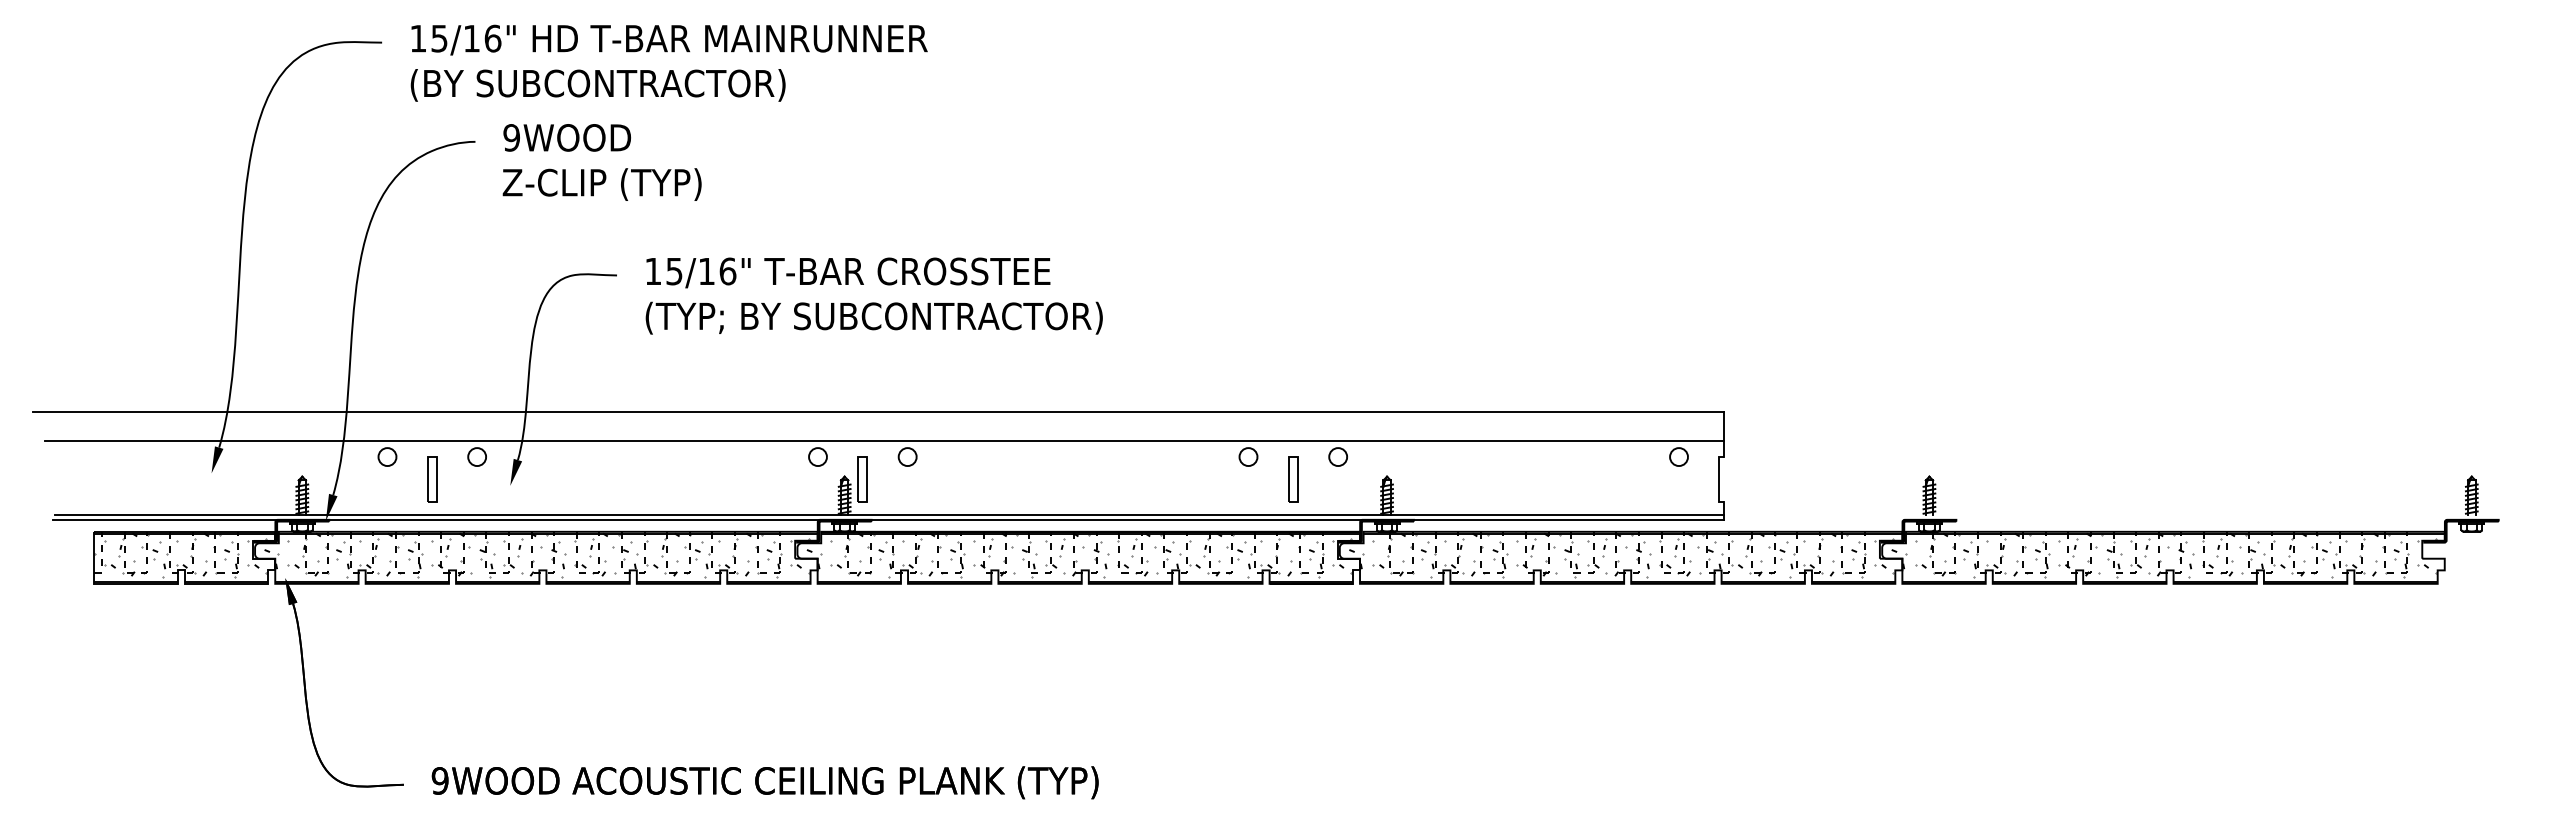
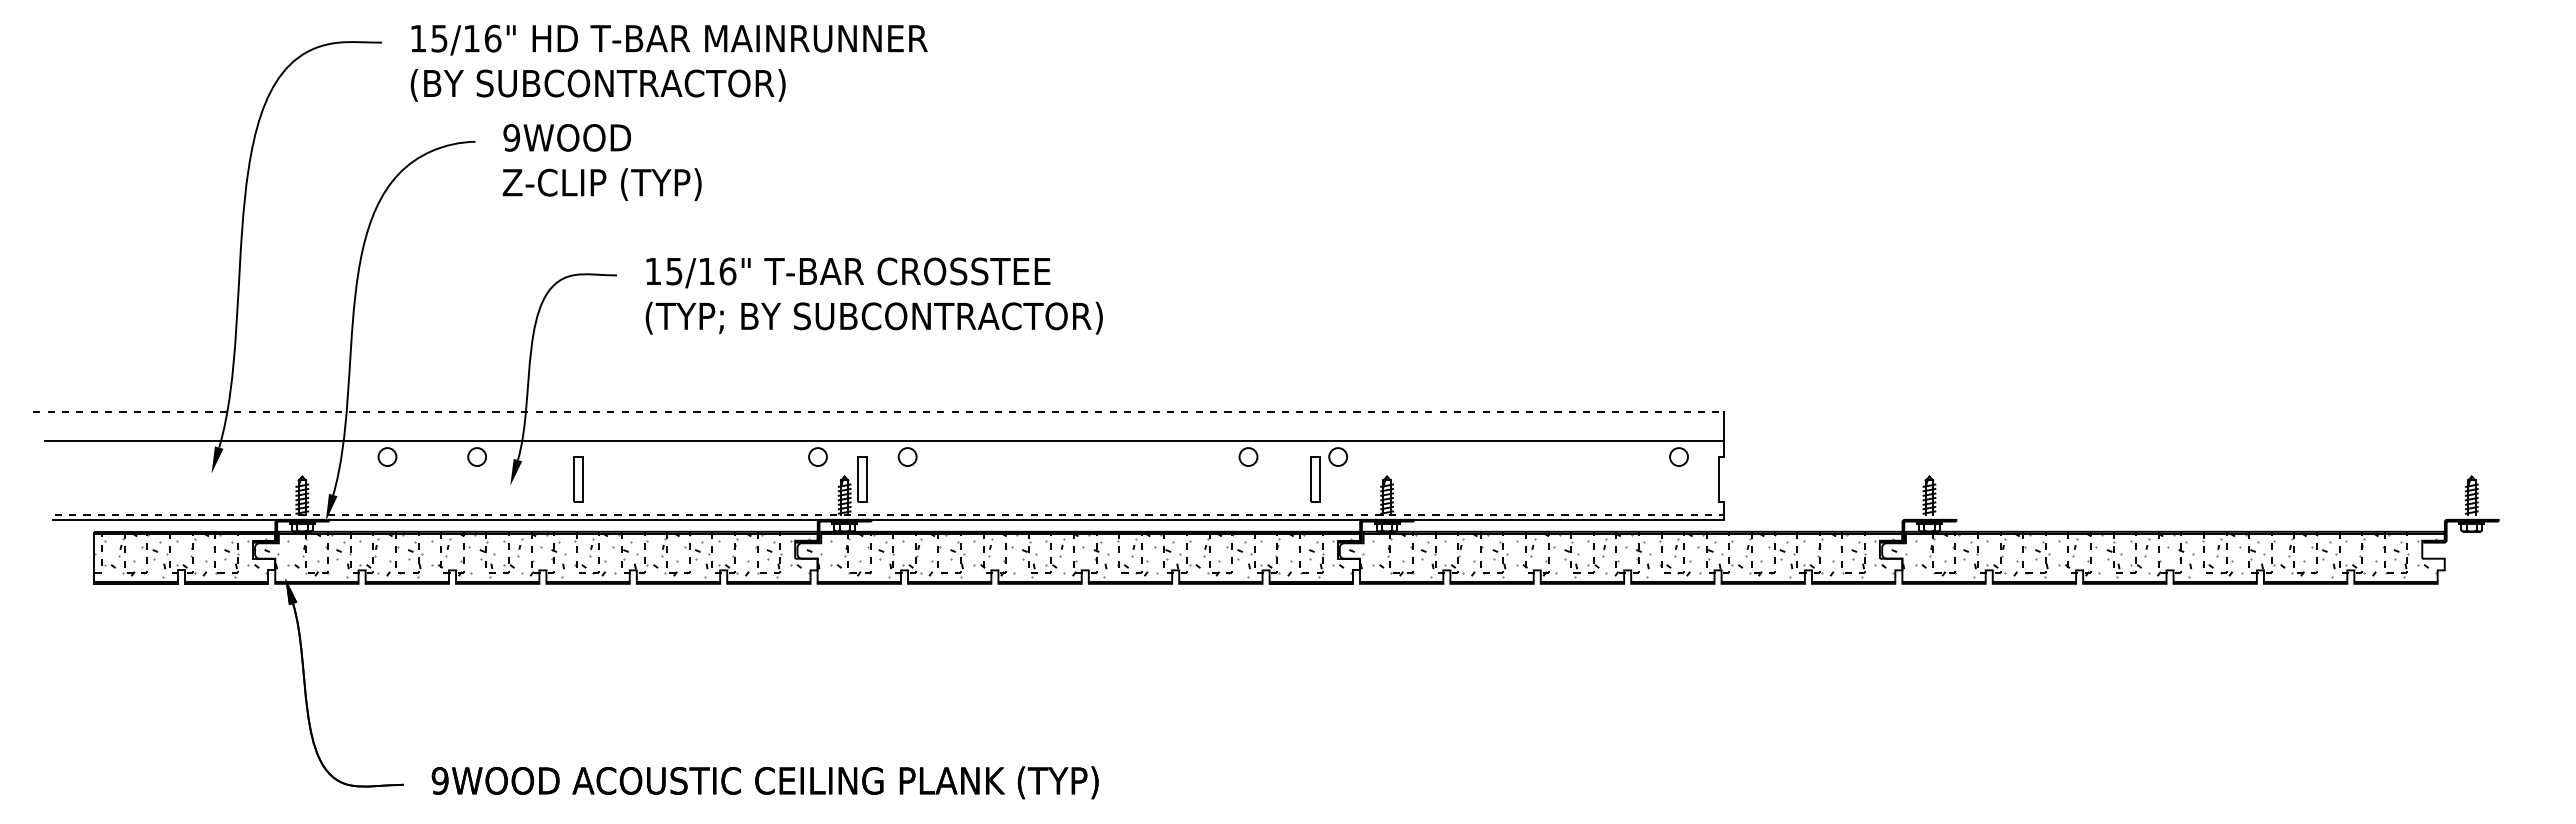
line at (879, 412): solid -> dashed
part at (432, 479) position: (432, 479) -> (578, 479)
part at (1293, 479) position: (1293, 479) -> (1315, 479)
line at (889, 515): solid -> dashed
